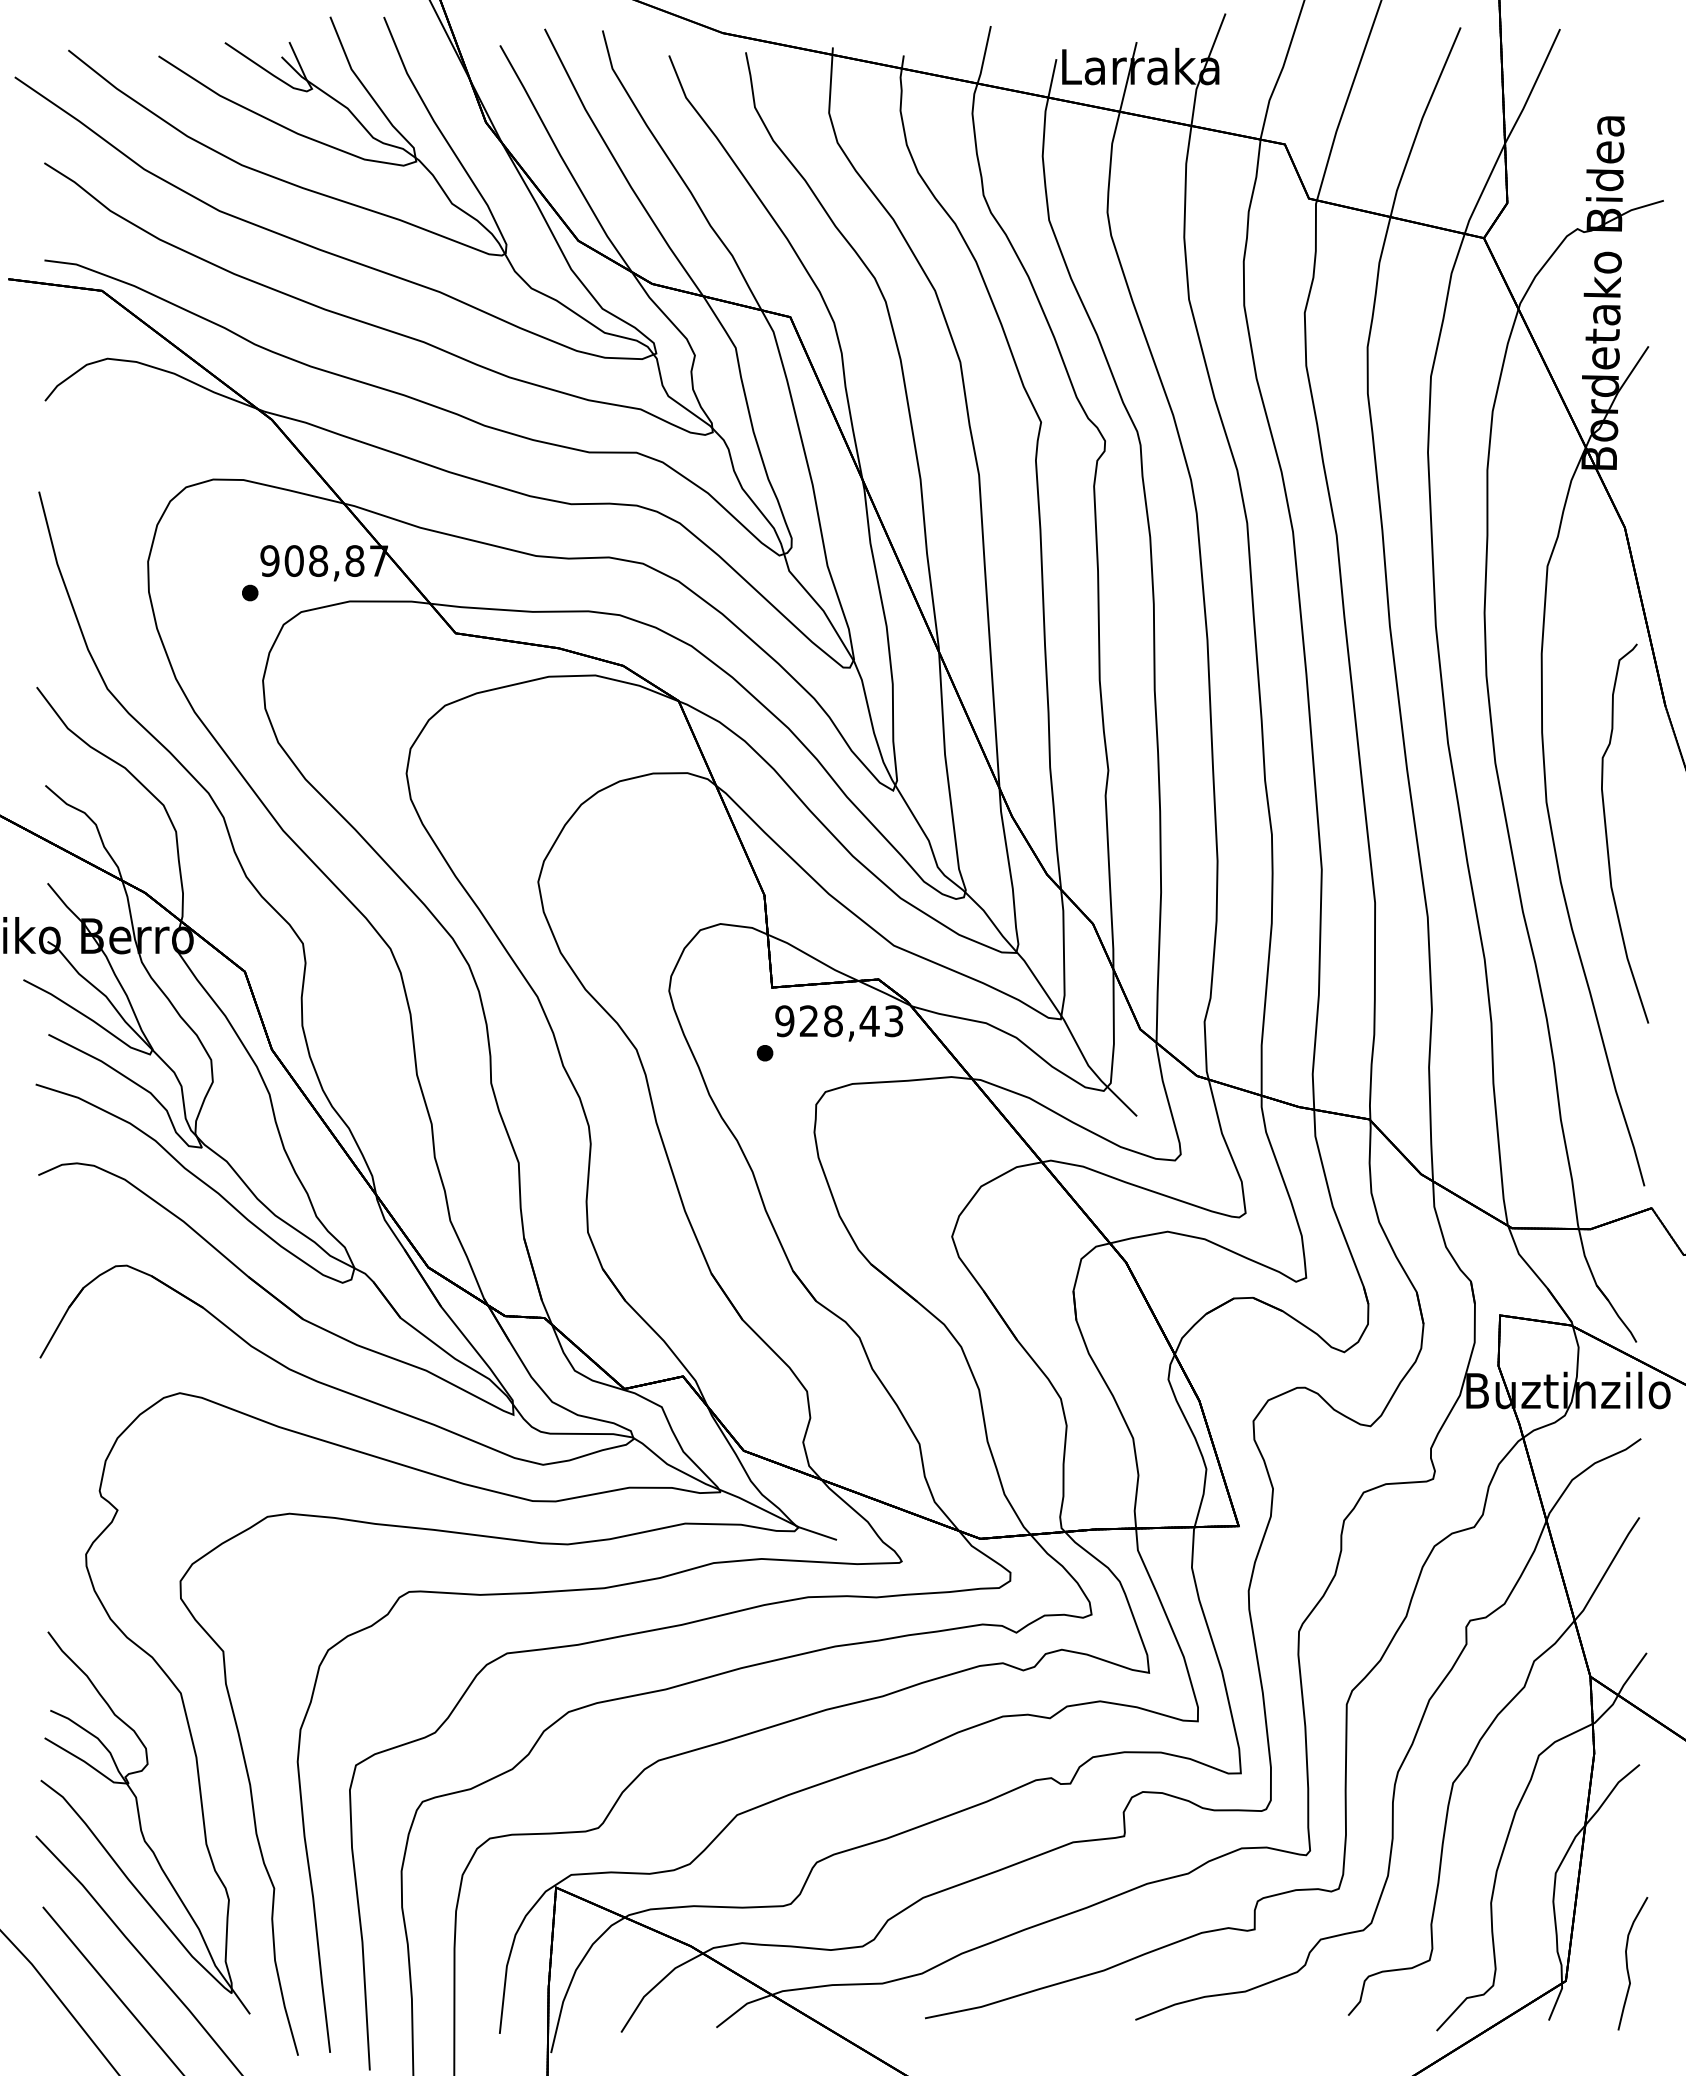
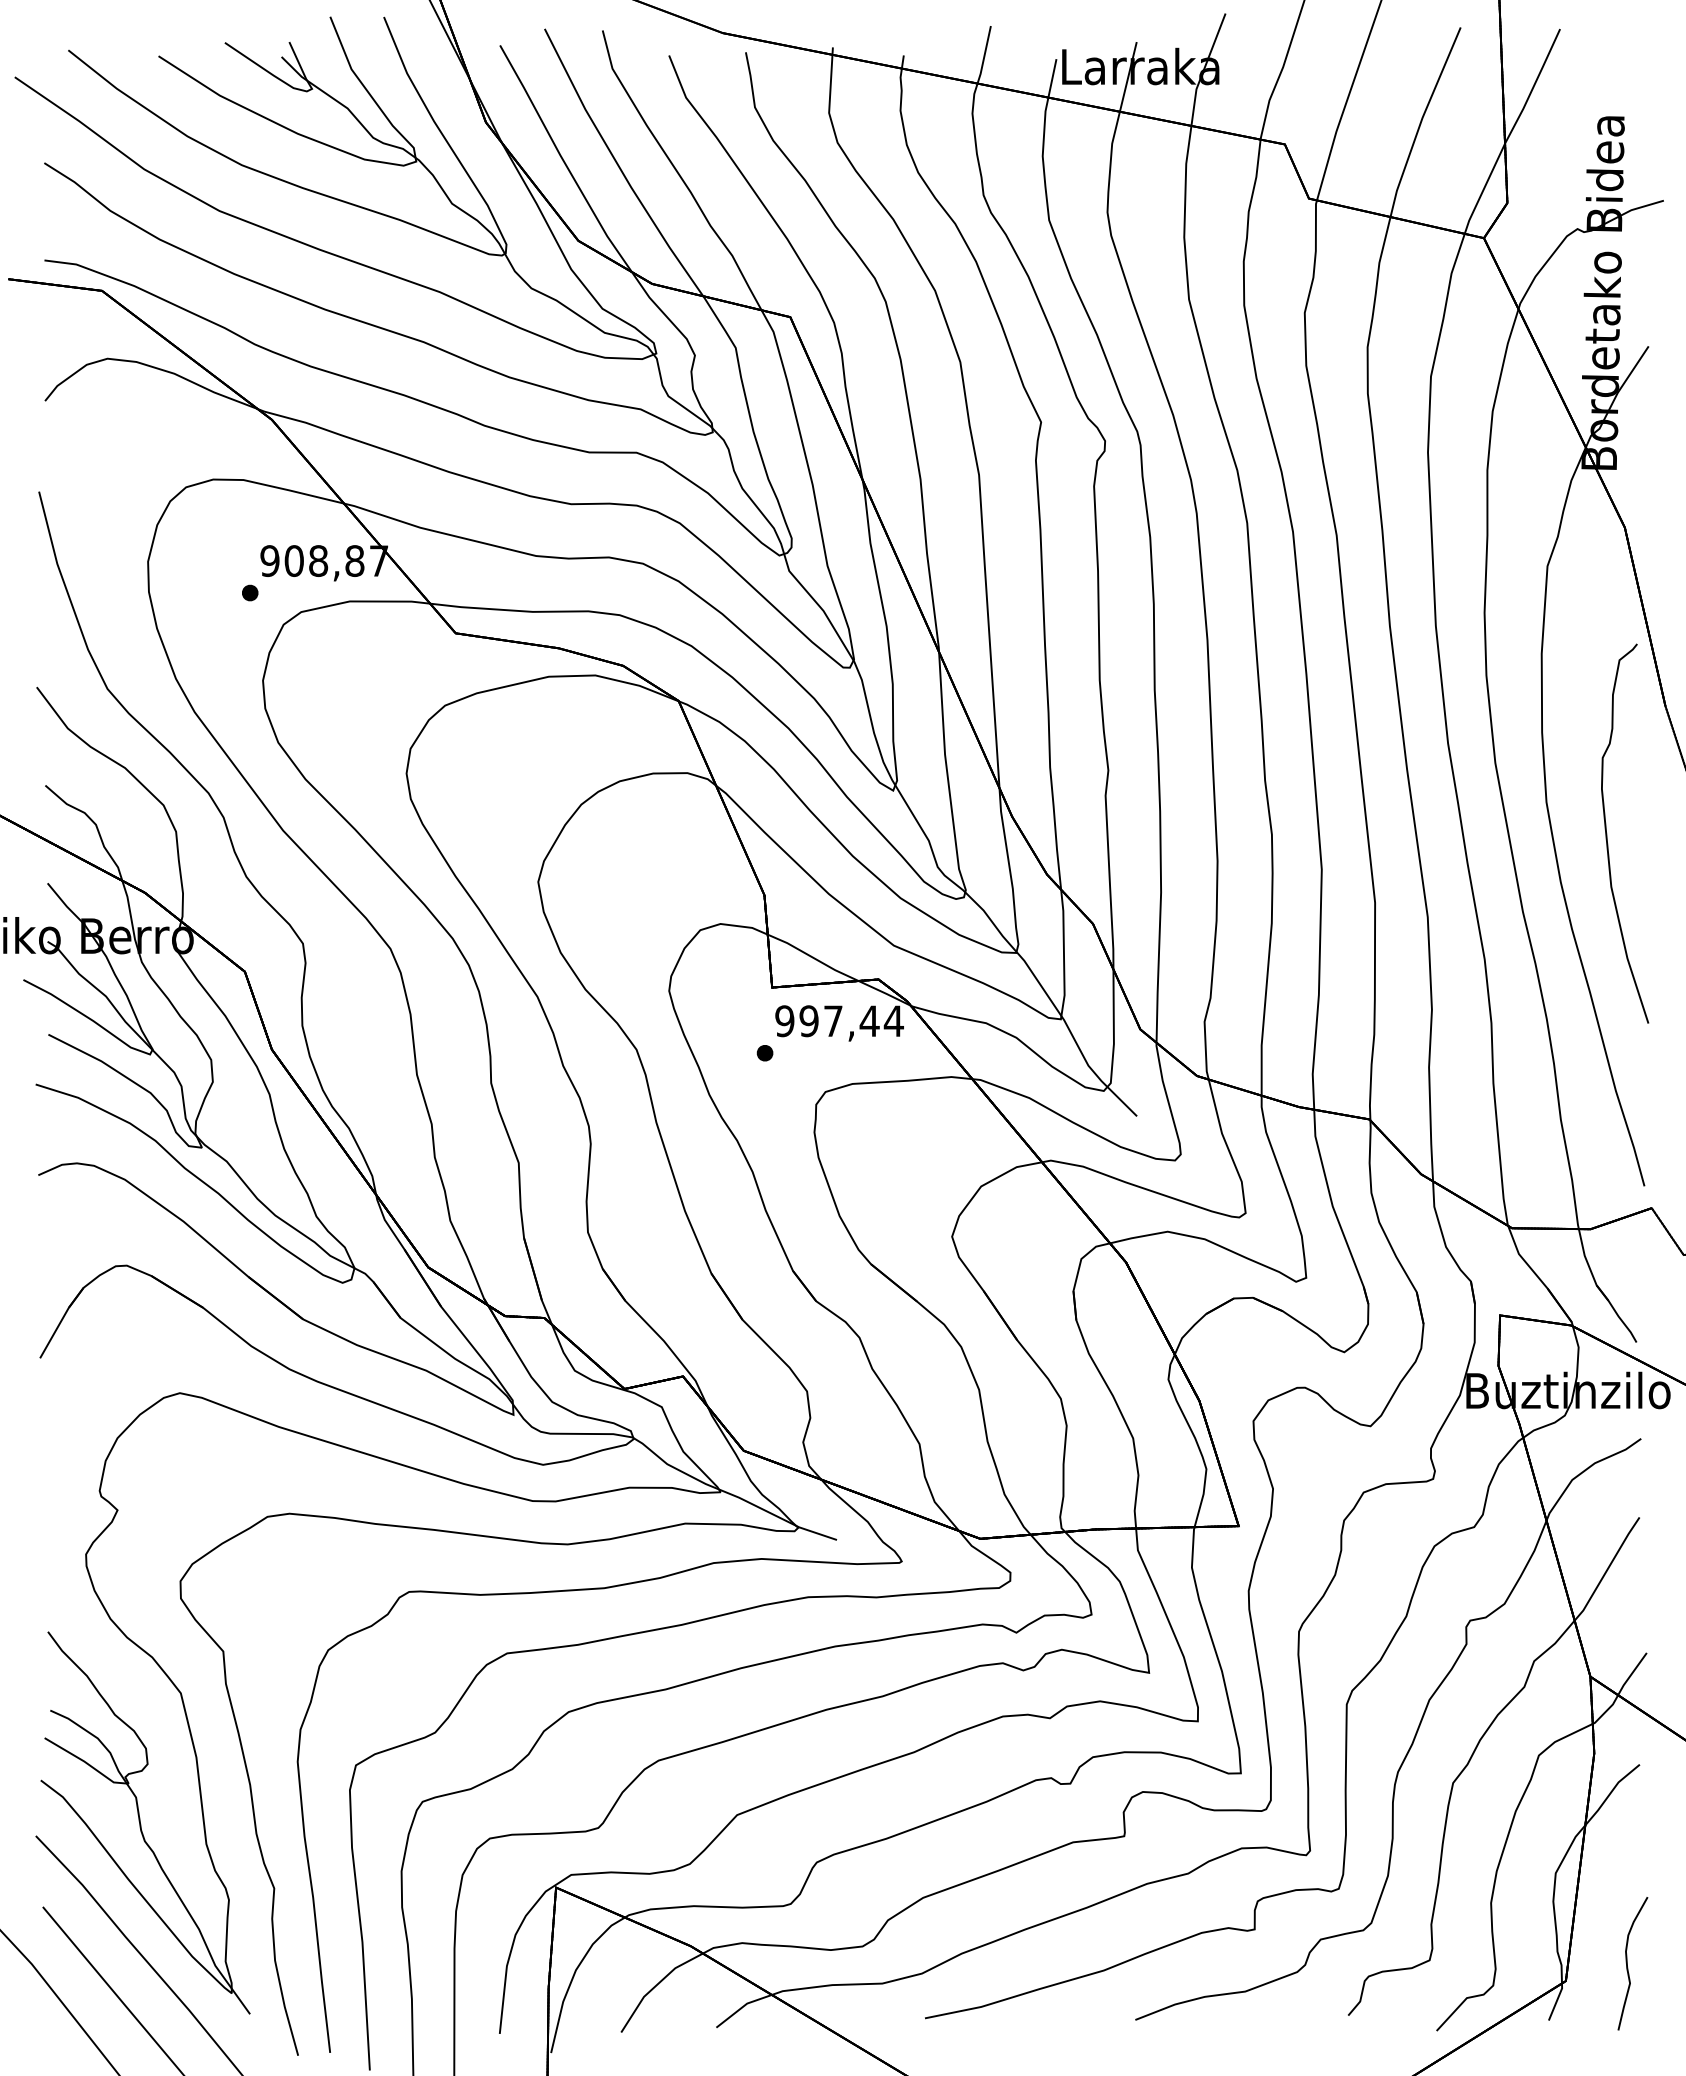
text at (851, 1021): 928,43 -> 997,44
